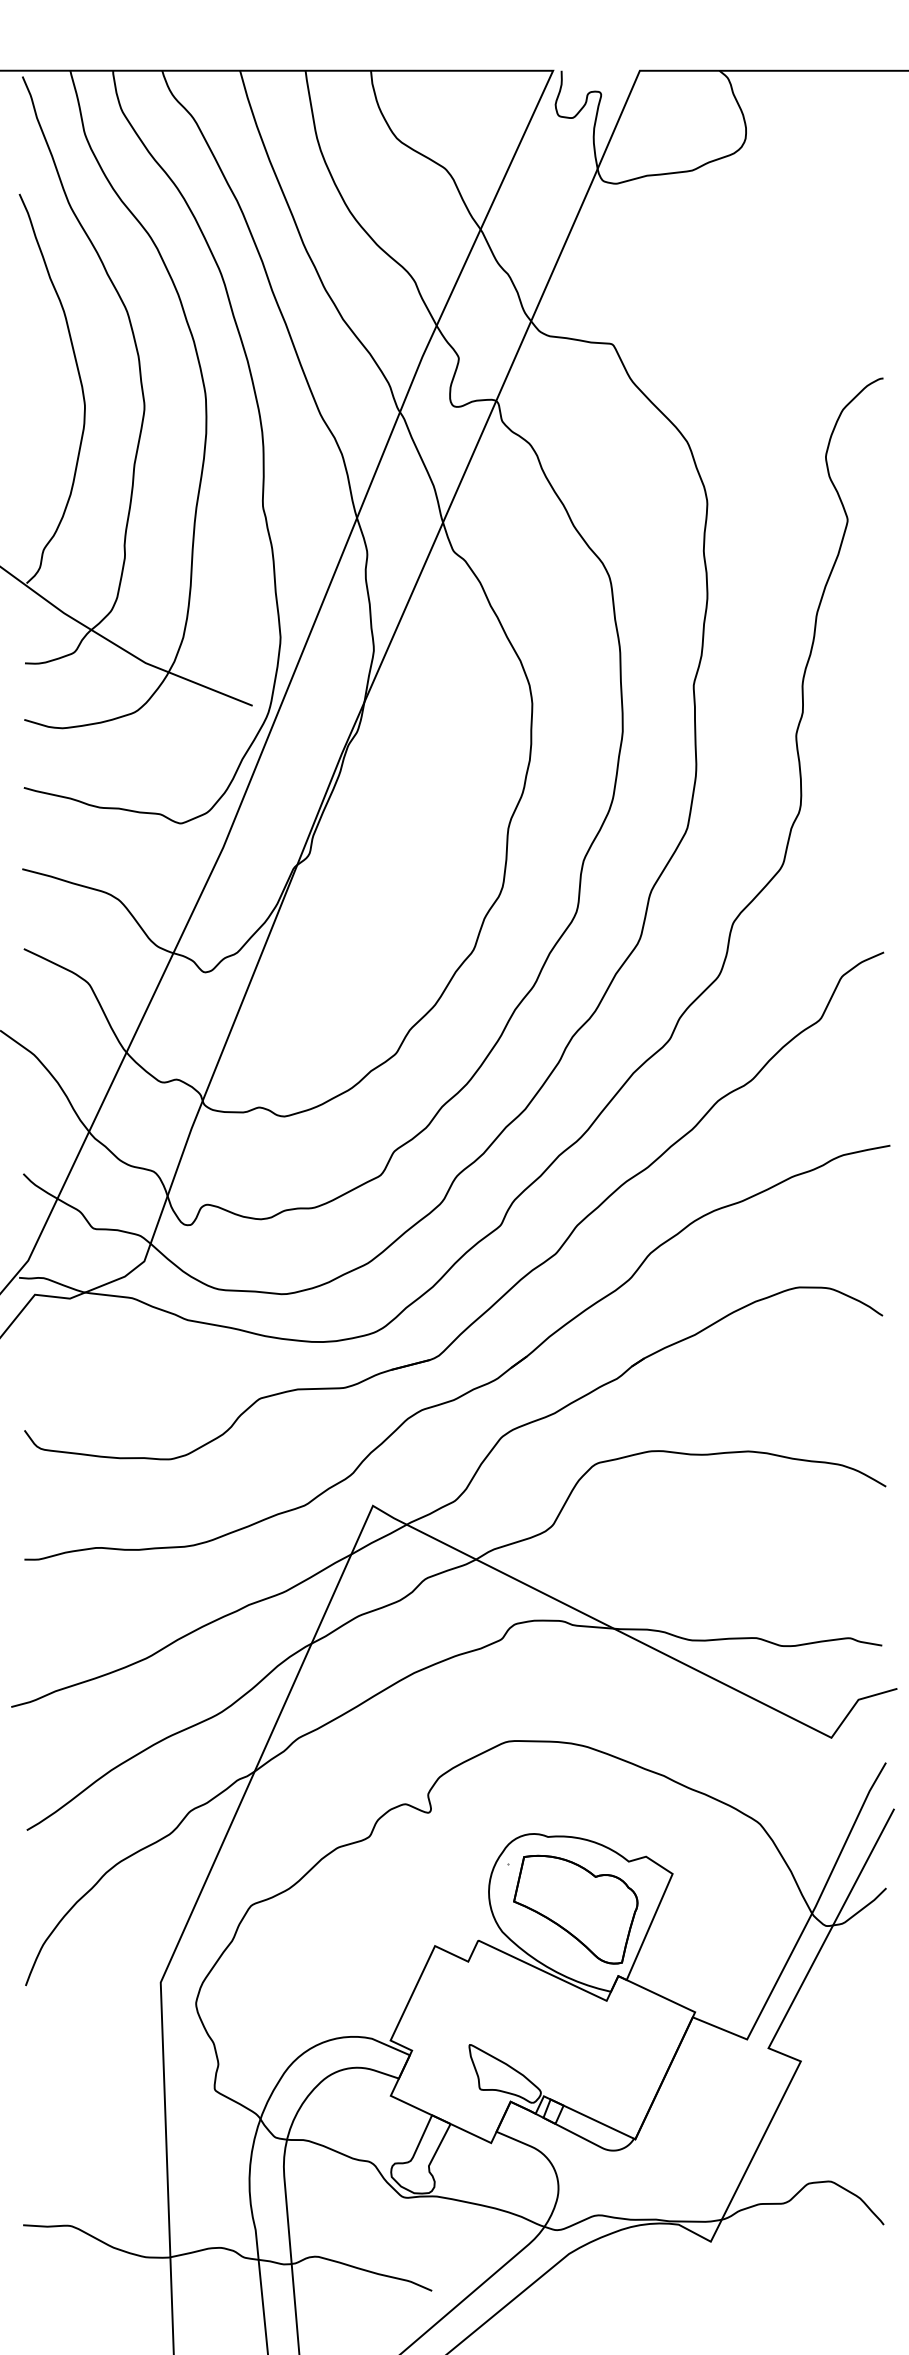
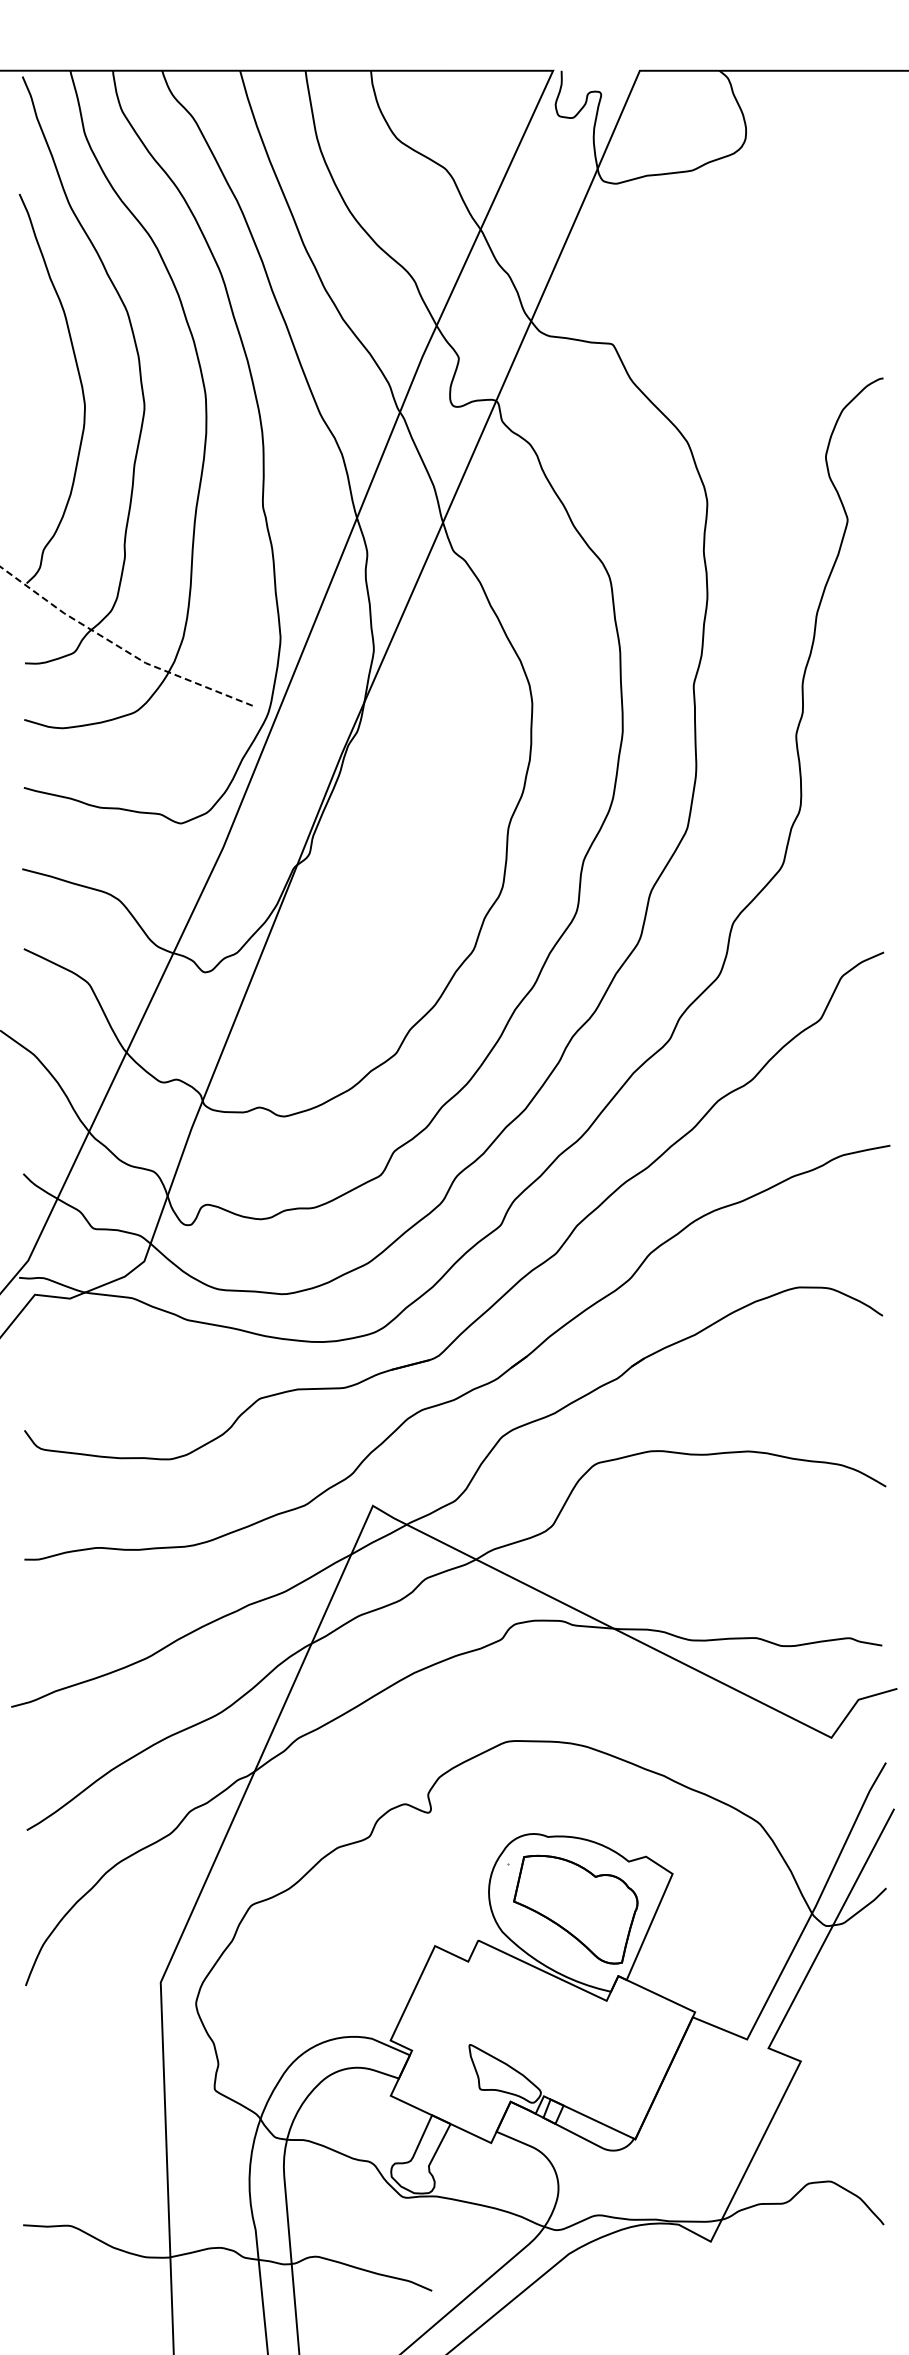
line at (120, 647): solid -> dashed
